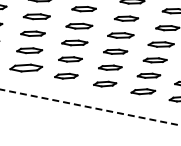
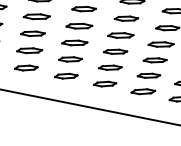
part at (26, 67) size: 35x10 px -> 25x8 px
line at (90, 107): dashed -> solid
